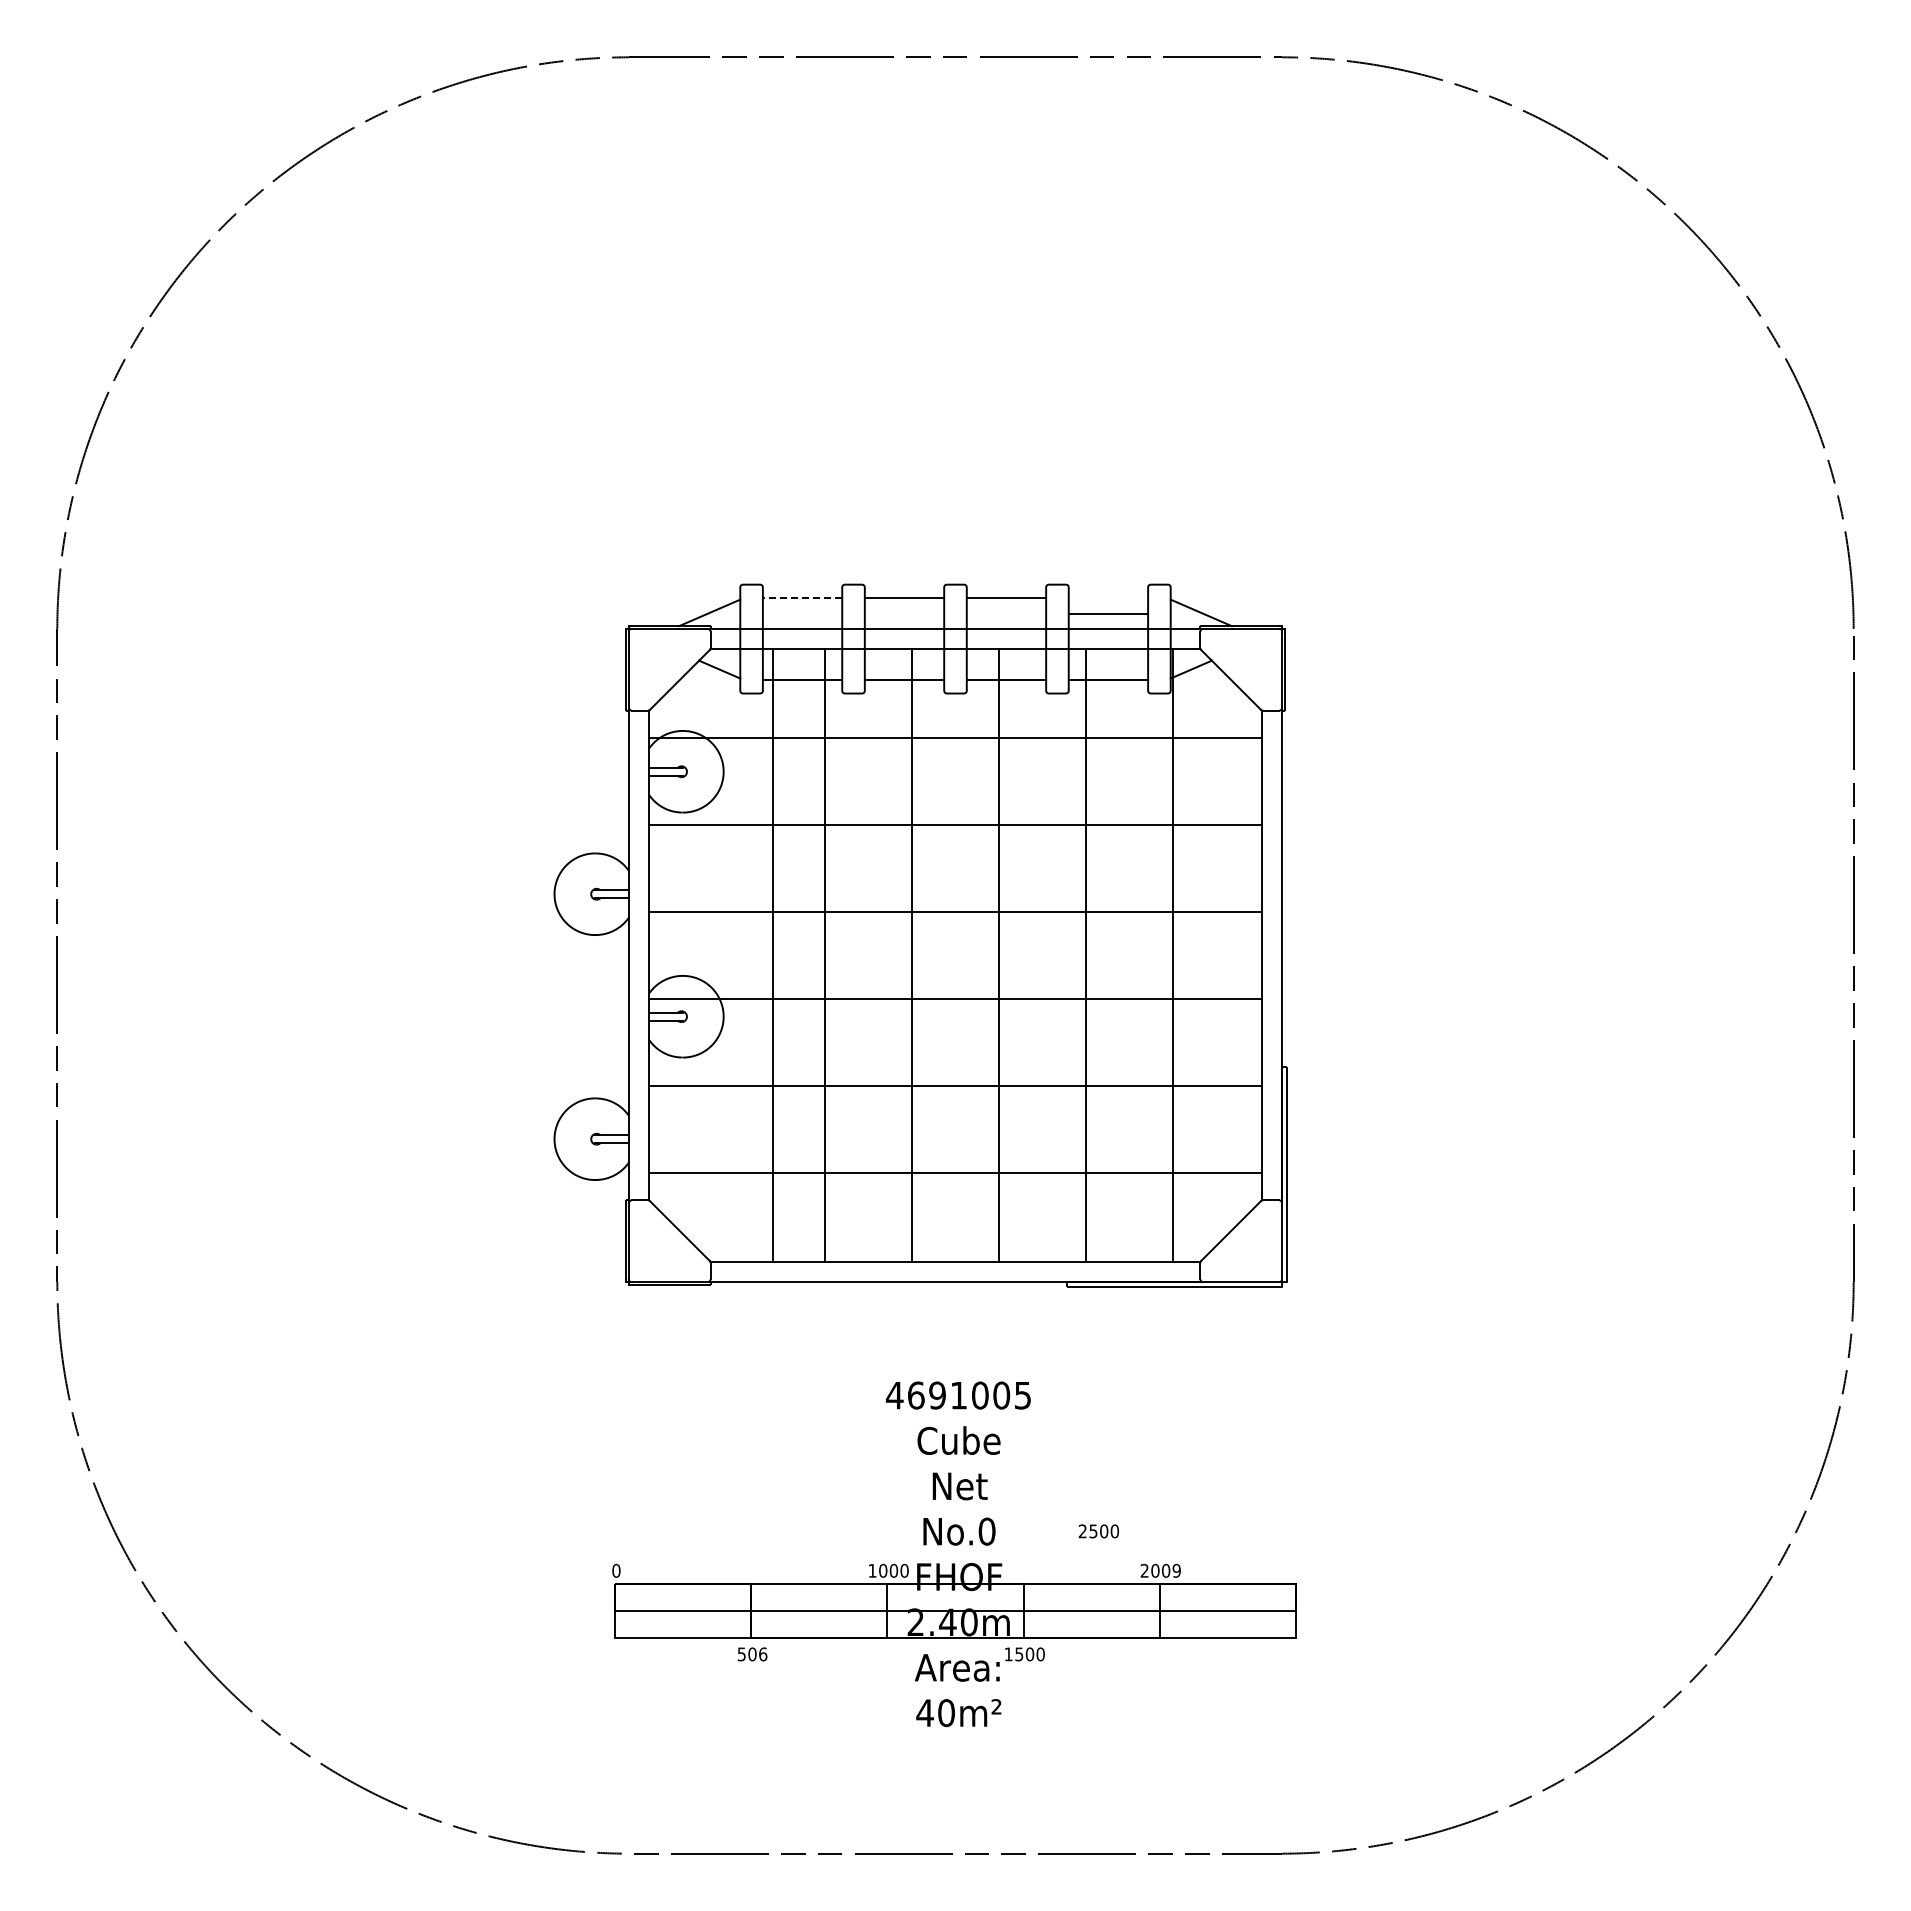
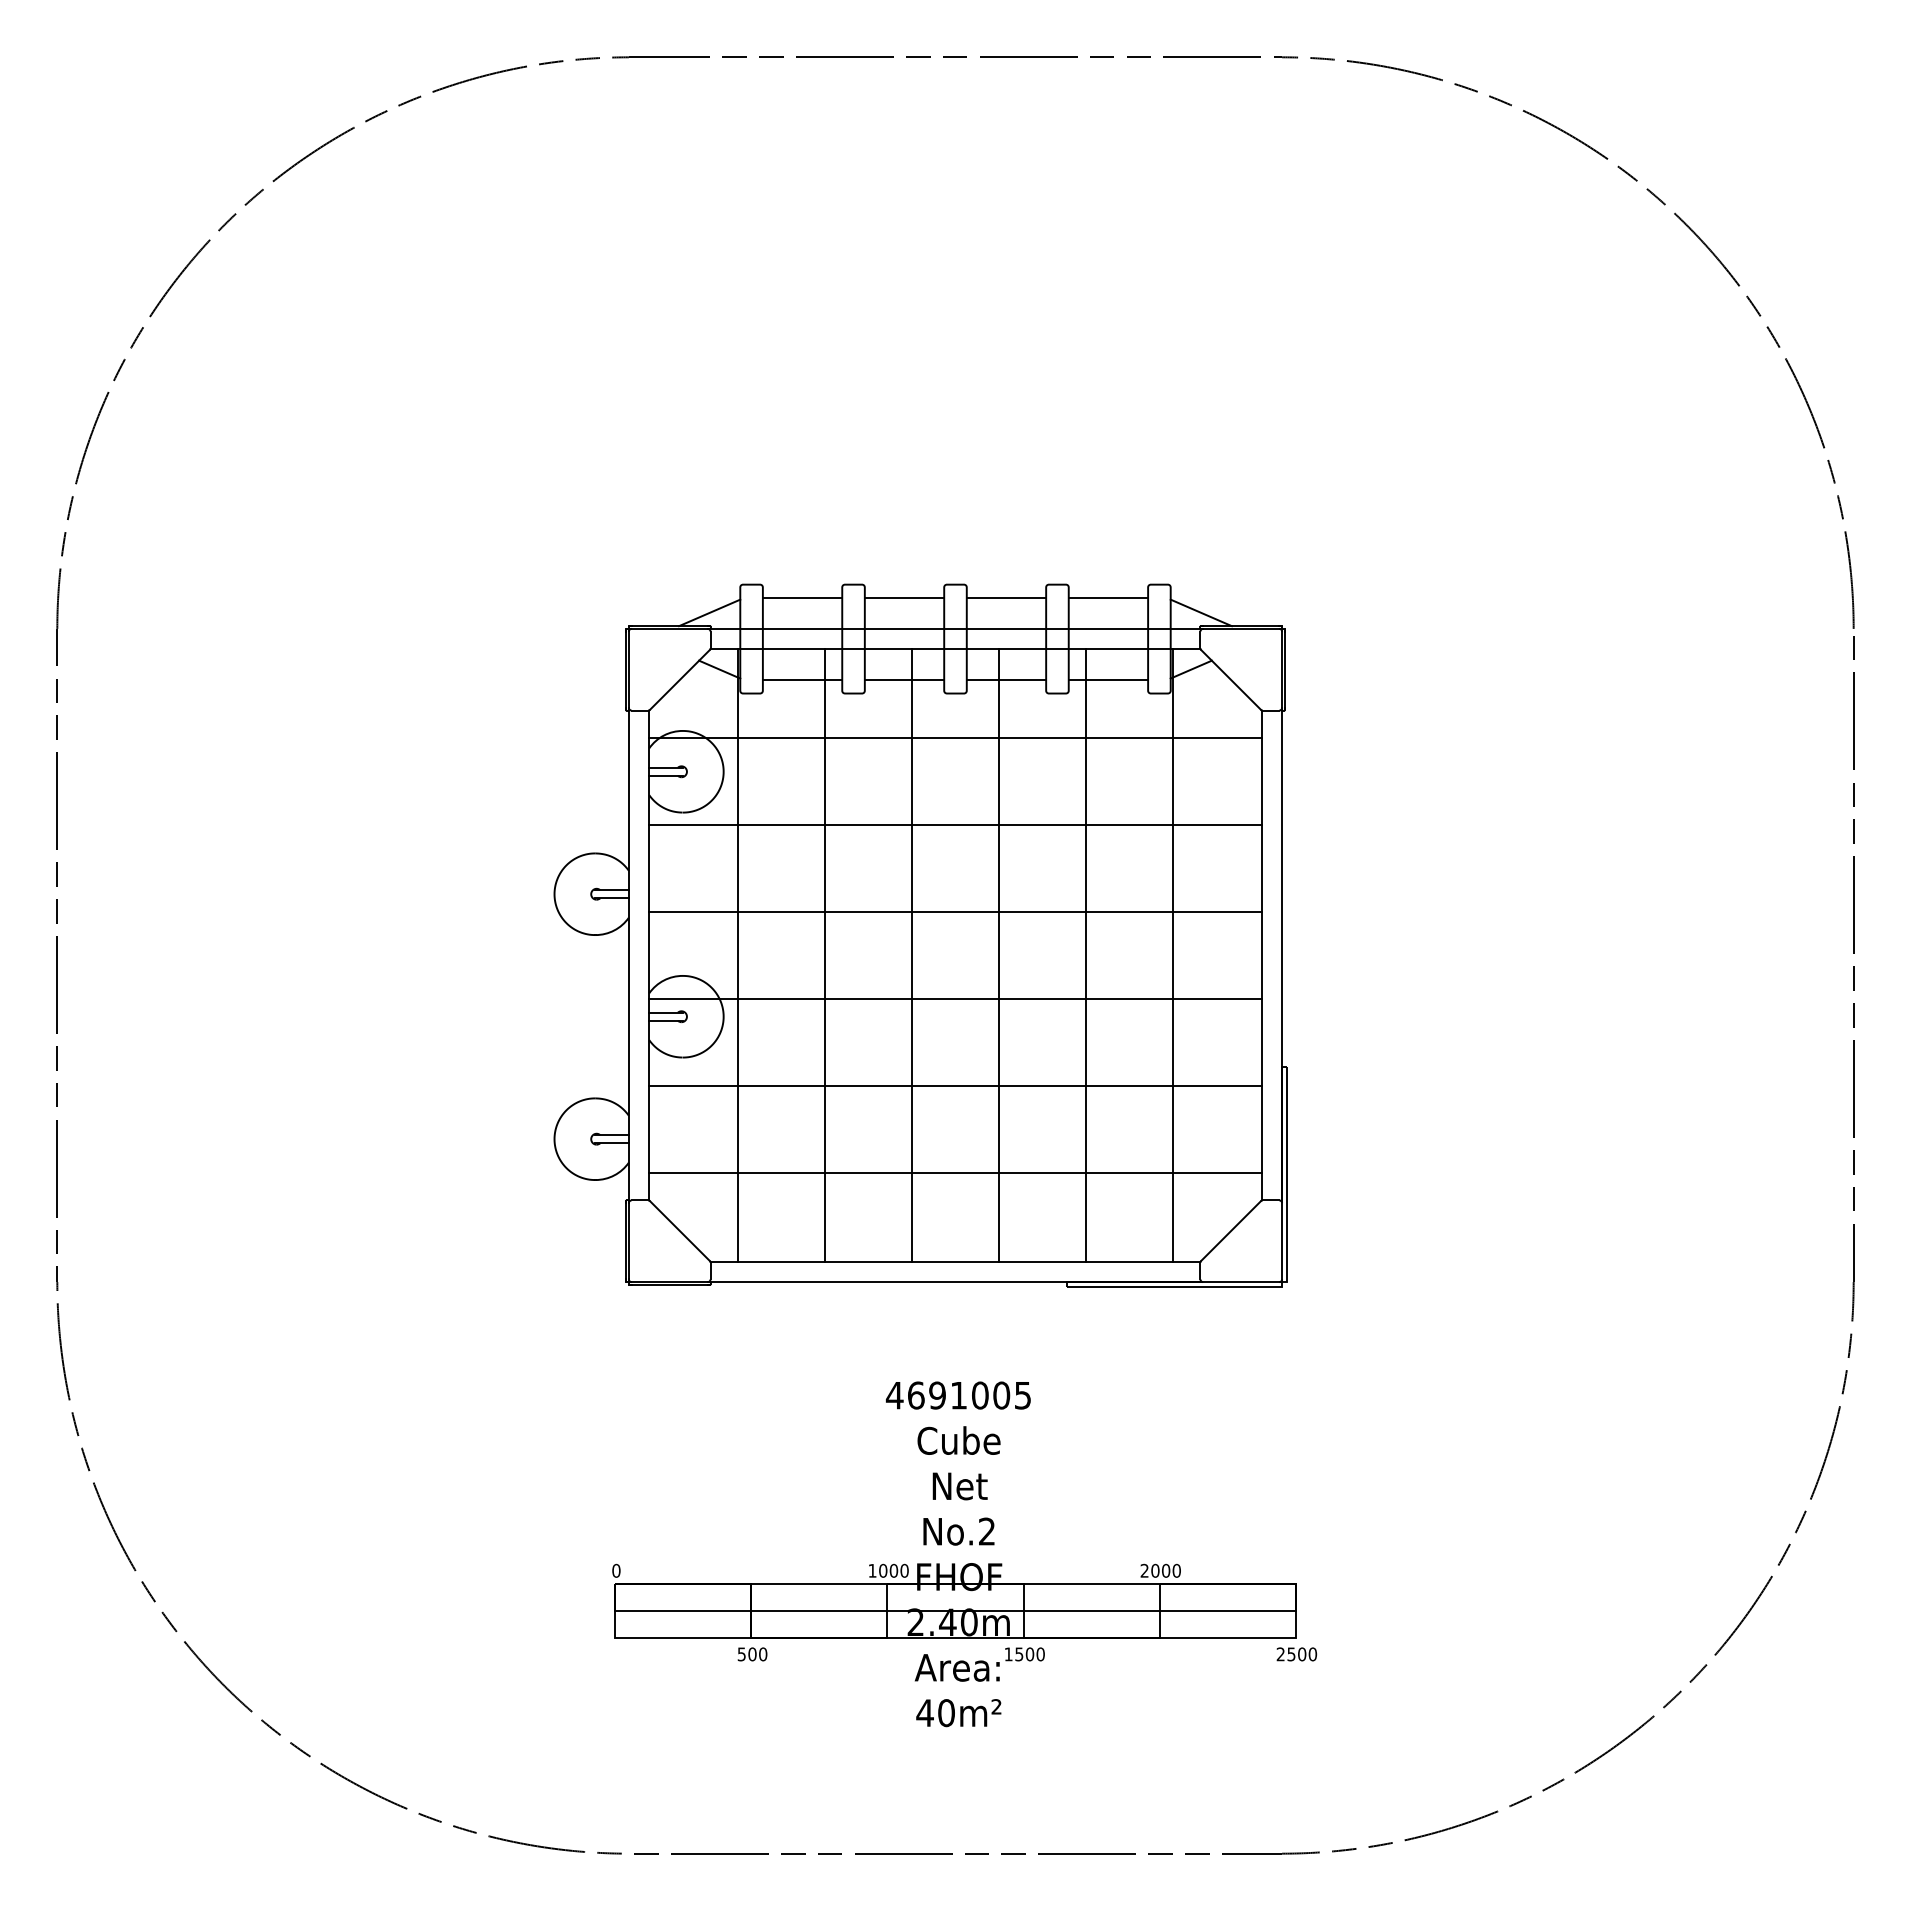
line at (802, 598): dashed -> solid
line at (1108, 614) position: (1108, 614) -> (1108, 598)
line at (772, 955) position: (772, 955) -> (737, 955)
text at (986, 1531): No.0 -> No.2
text at (1098, 1531) position: (1098, 1531) -> (1296, 1654)
text at (1176, 1570): 2009 -> 2000
text at (763, 1654): 506 -> 500
